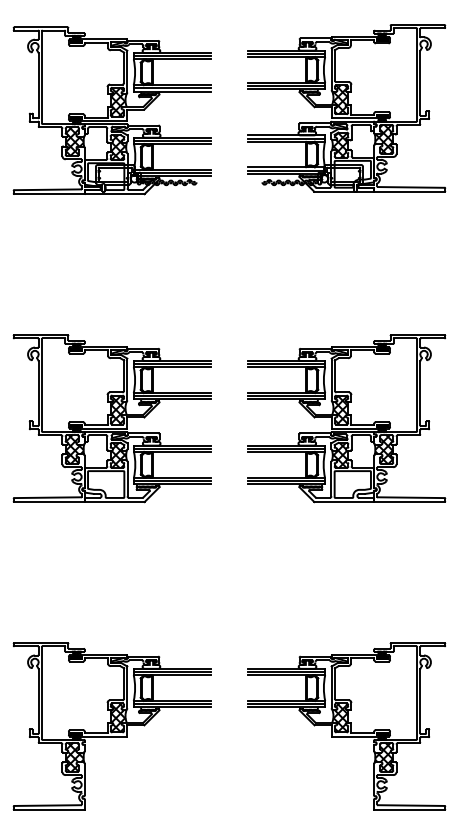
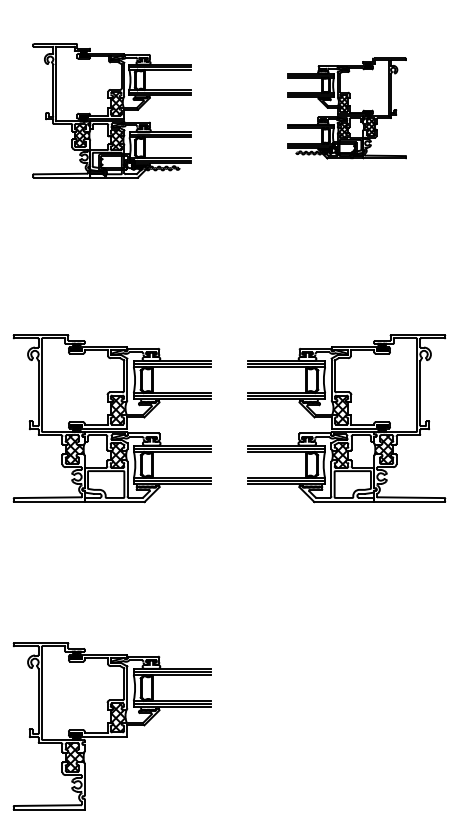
part at (346, 108) size: 200x169 px -> 120x103 px
part at (111, 110) size: 200x170 px -> 160x136 px
part at (346, 726): present -> none
